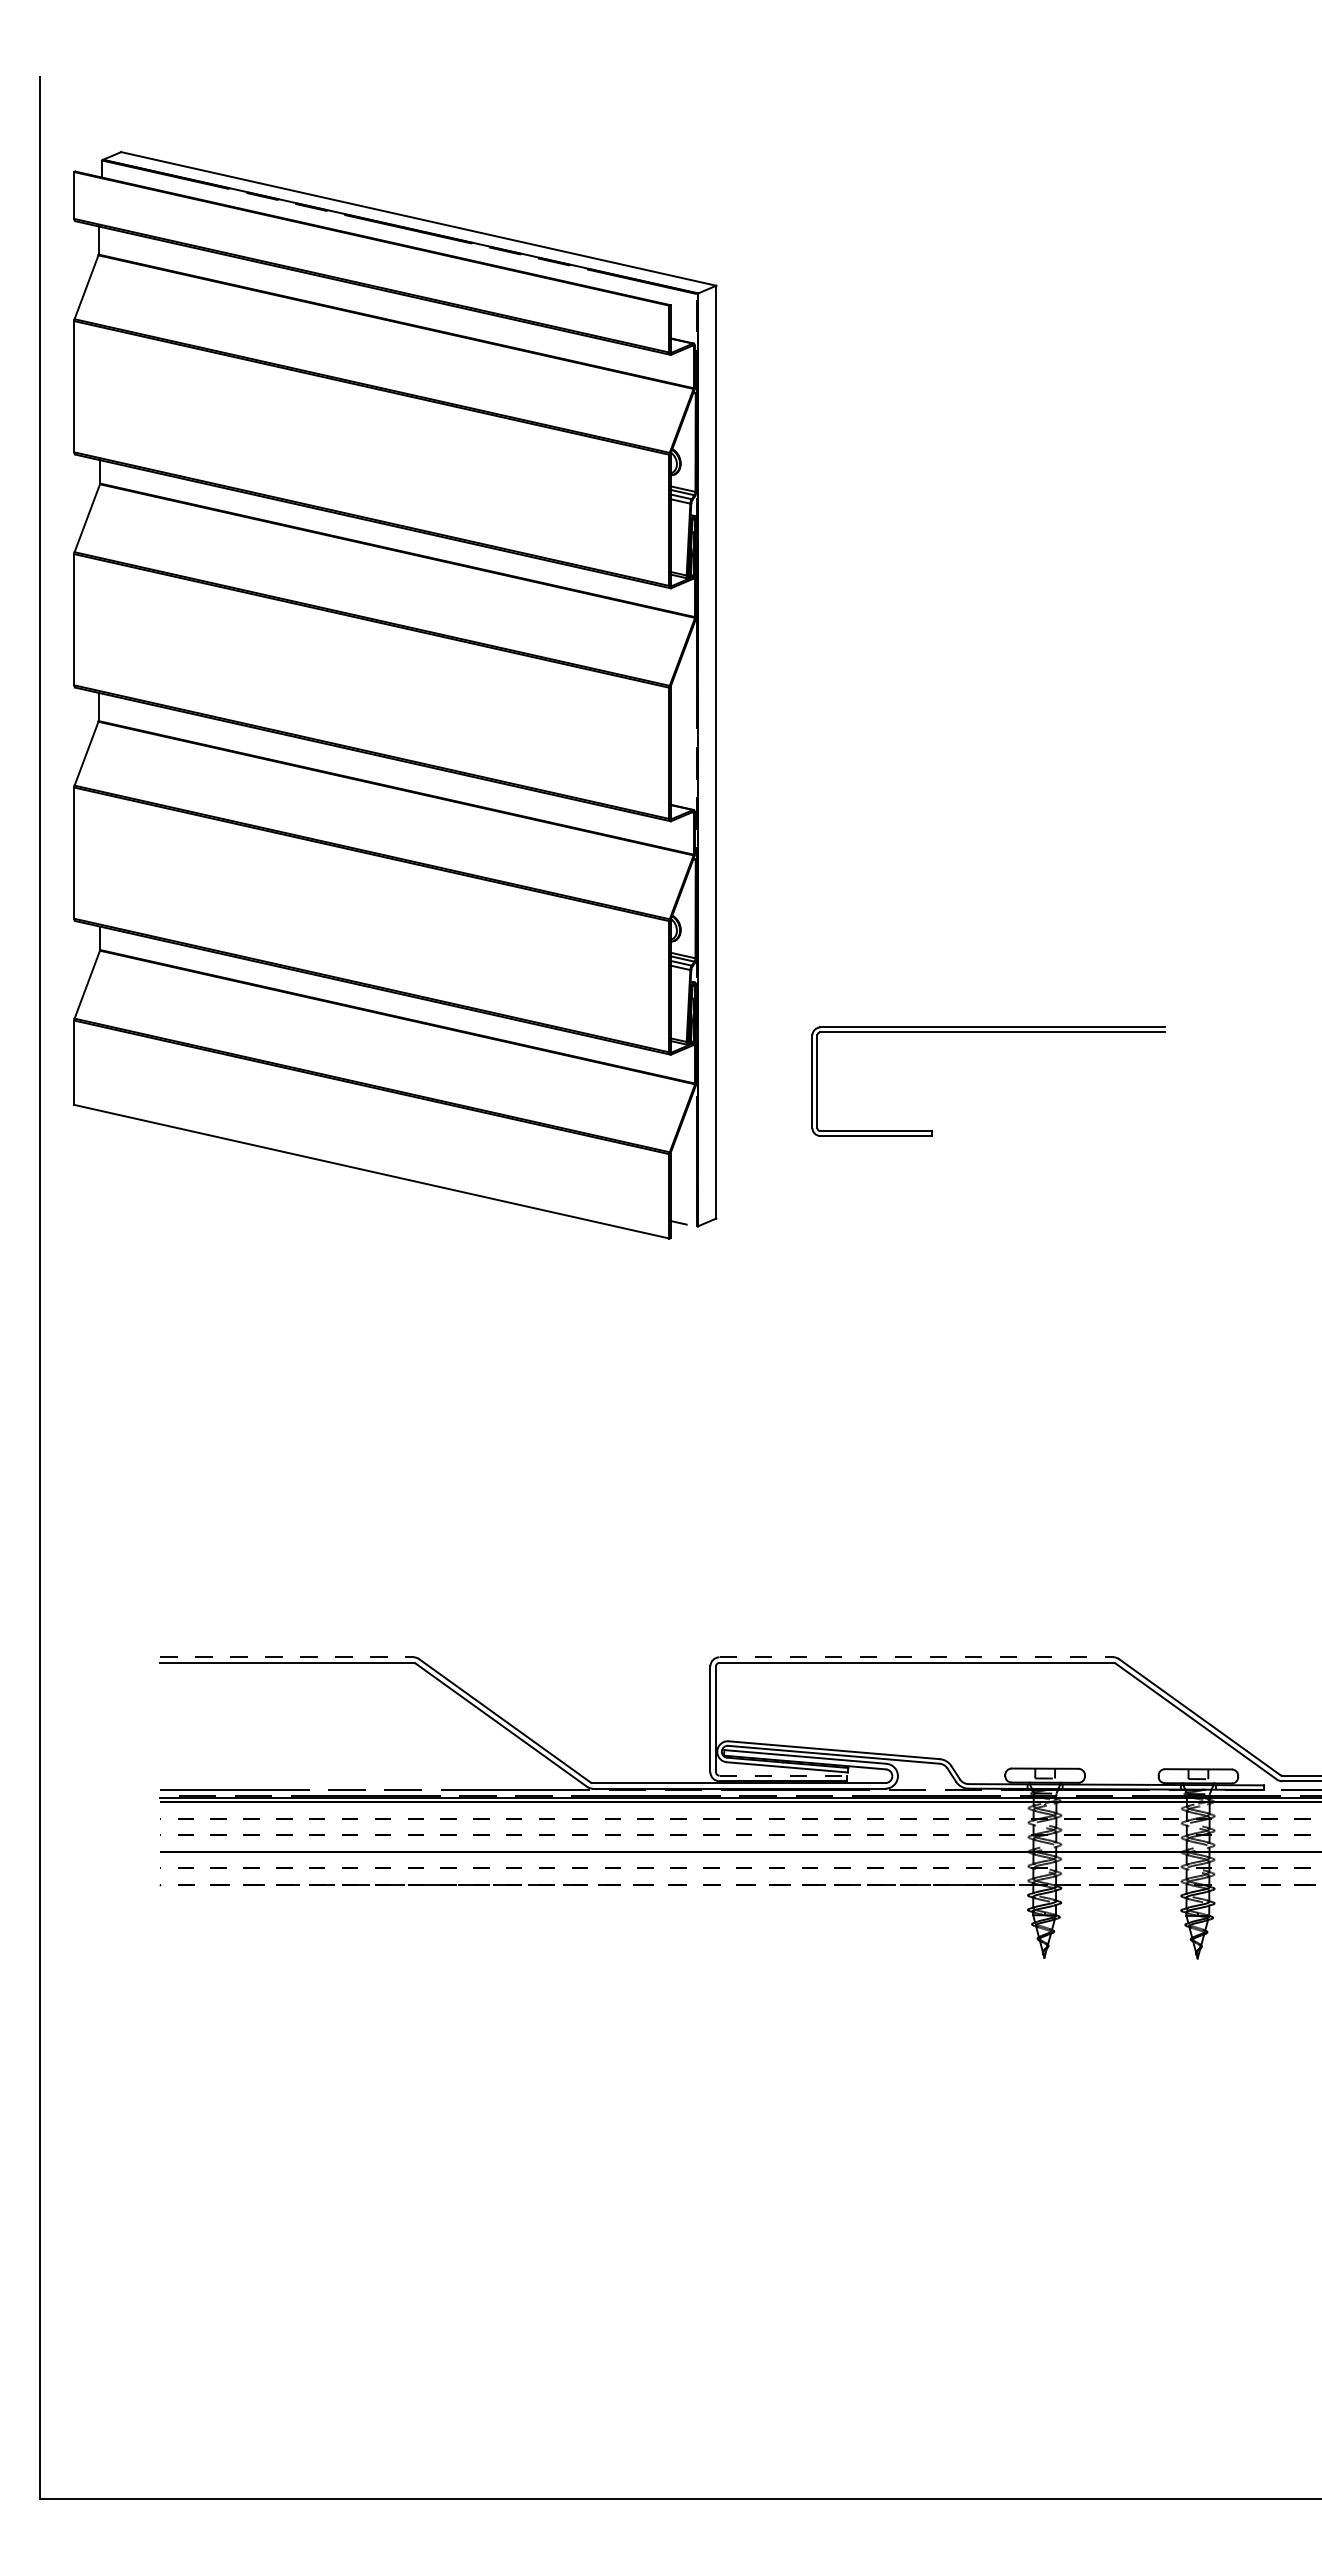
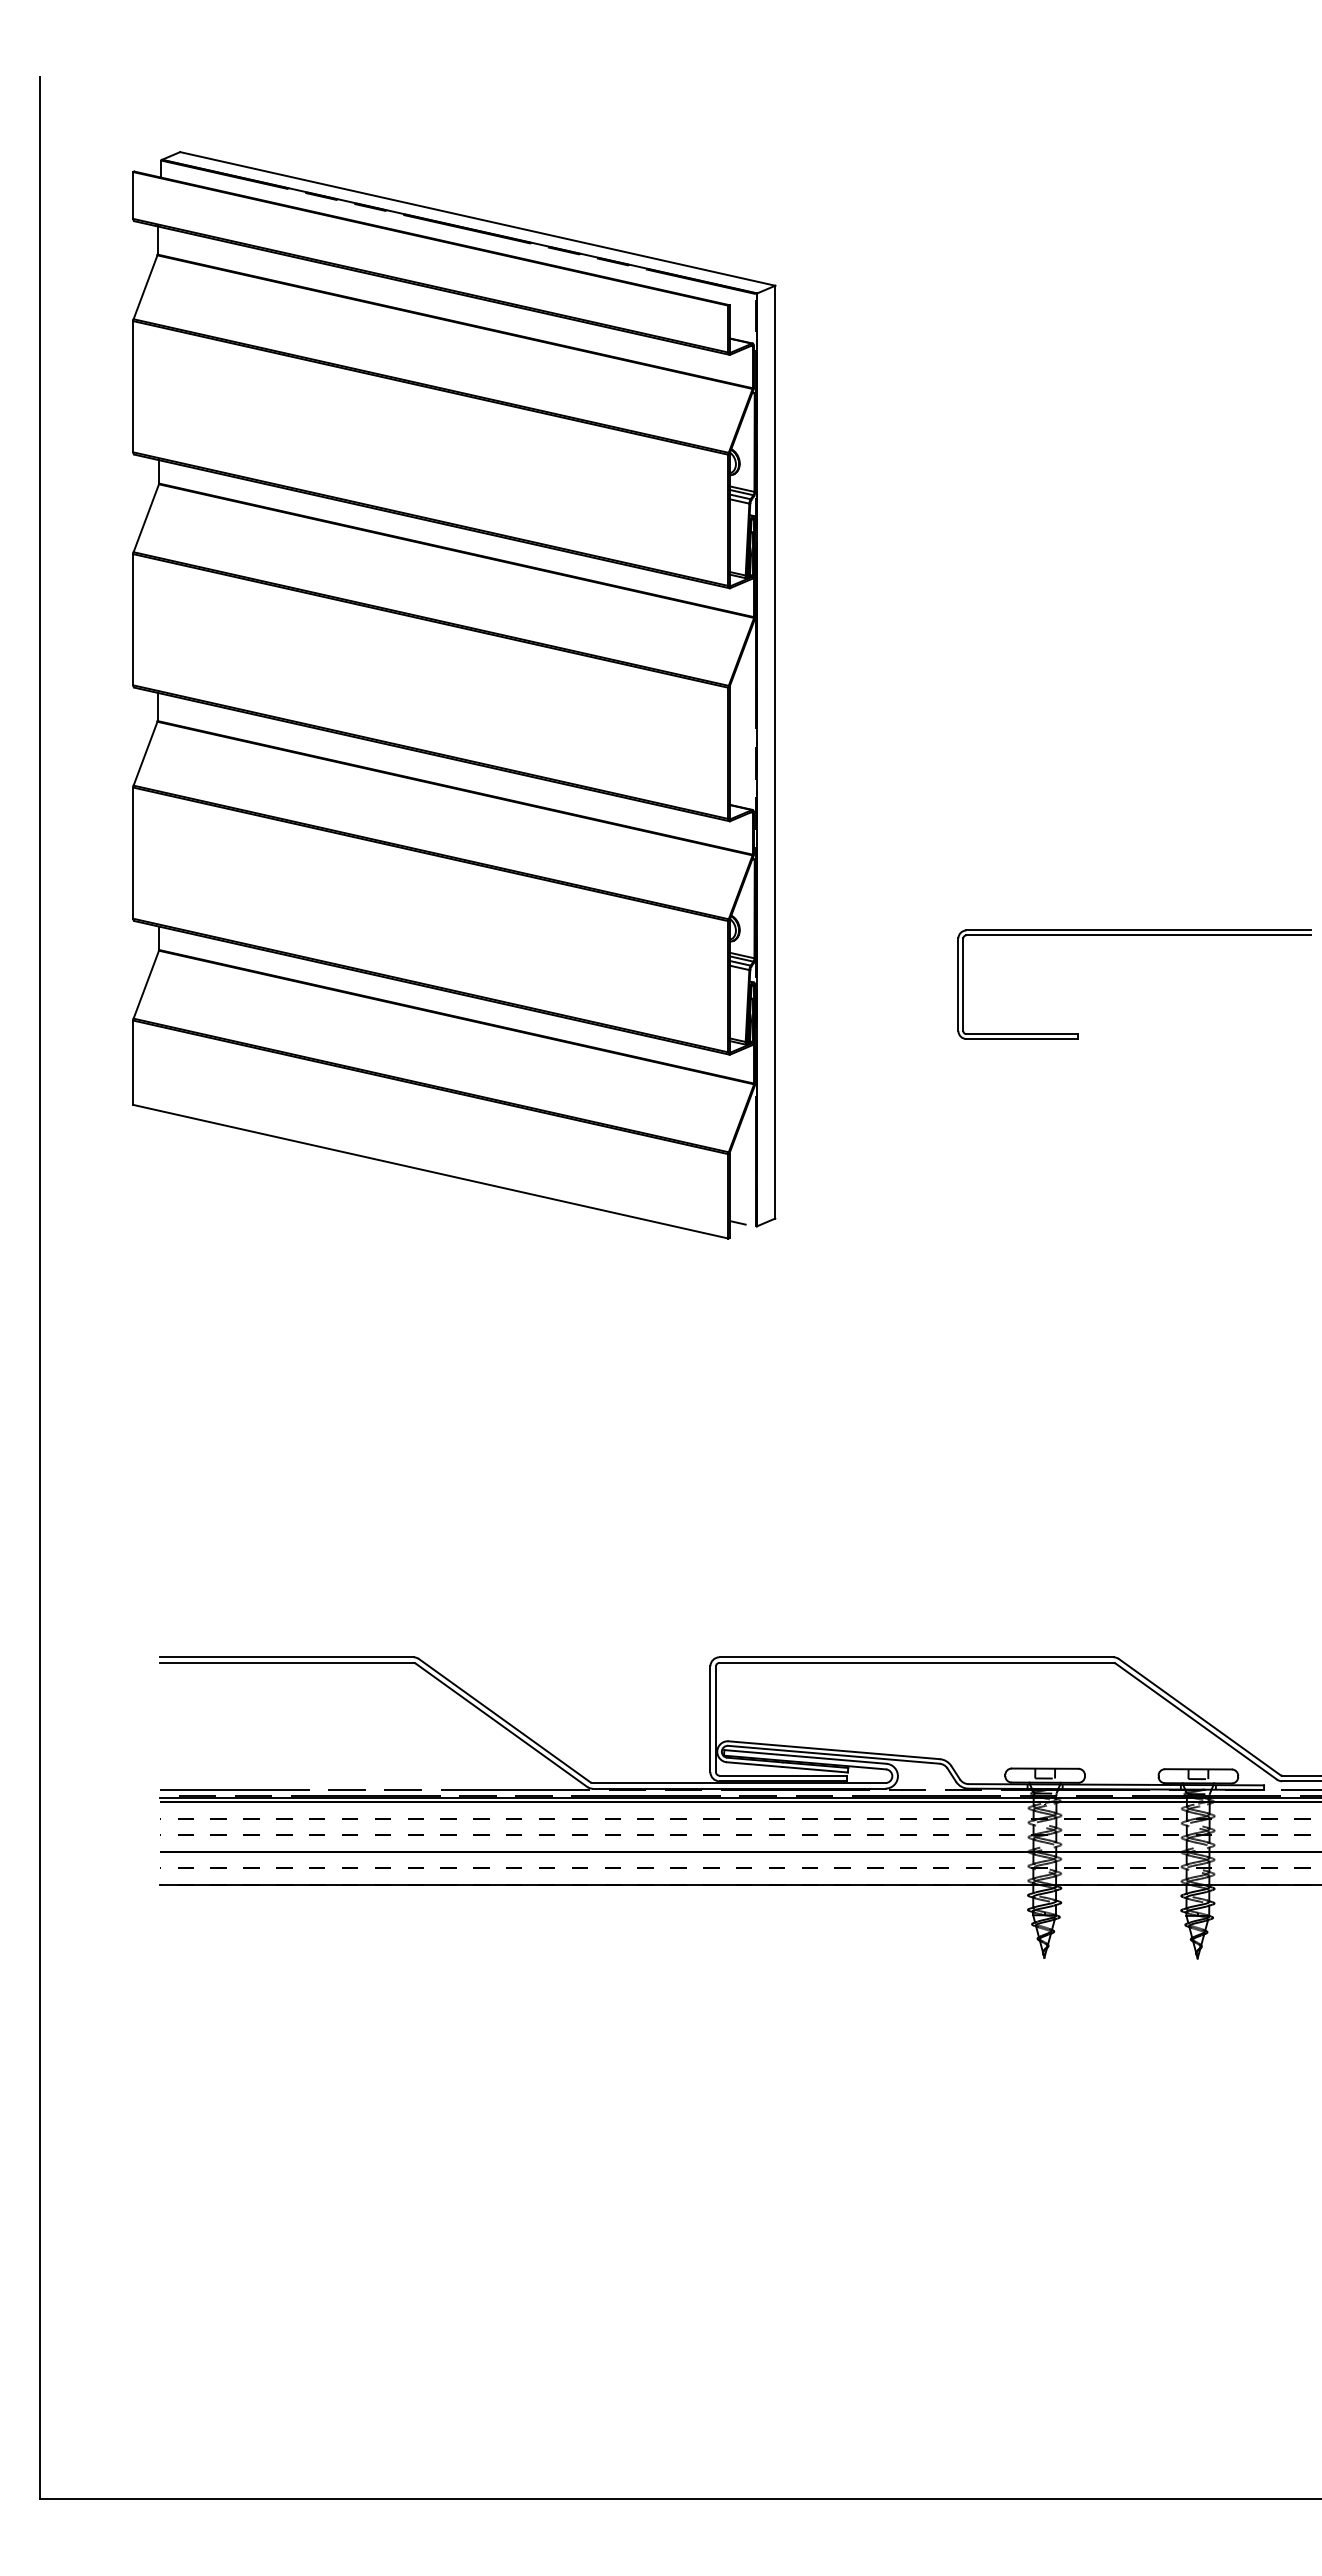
part at (395, 695) position: (395, 695) -> (454, 695)
part at (988, 1032) position: (988, 1032) -> (1134, 935)
line at (286, 1657): dashed -> solid
line at (917, 1657): dashed -> solid
line at (783, 1775): dashed -> solid
line at (740, 1885): dashed -> solid
